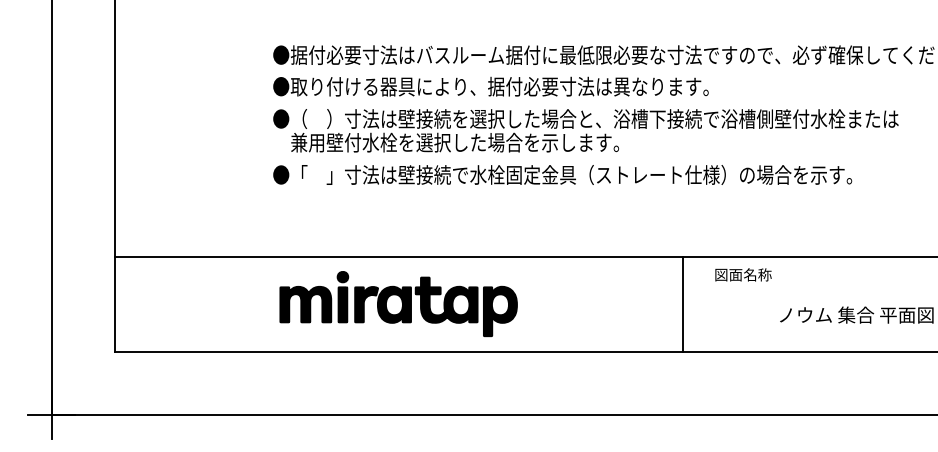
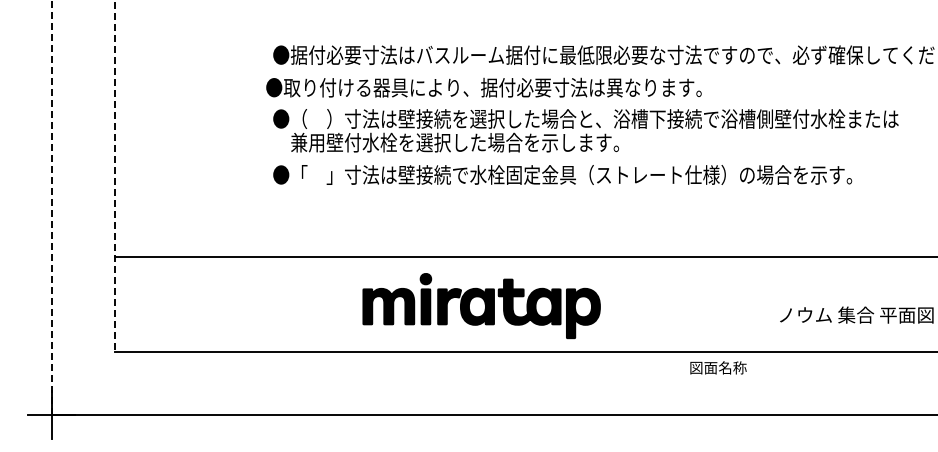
text at (490, 86) position: (490, 86) -> (483, 87)
line at (114, 176): solid -> dashed
line at (51, 207): solid -> dashed
text at (743, 274) position: (743, 274) -> (718, 367)
part at (398, 304) position: (398, 304) -> (481, 306)
line at (682, 304): present -> none
